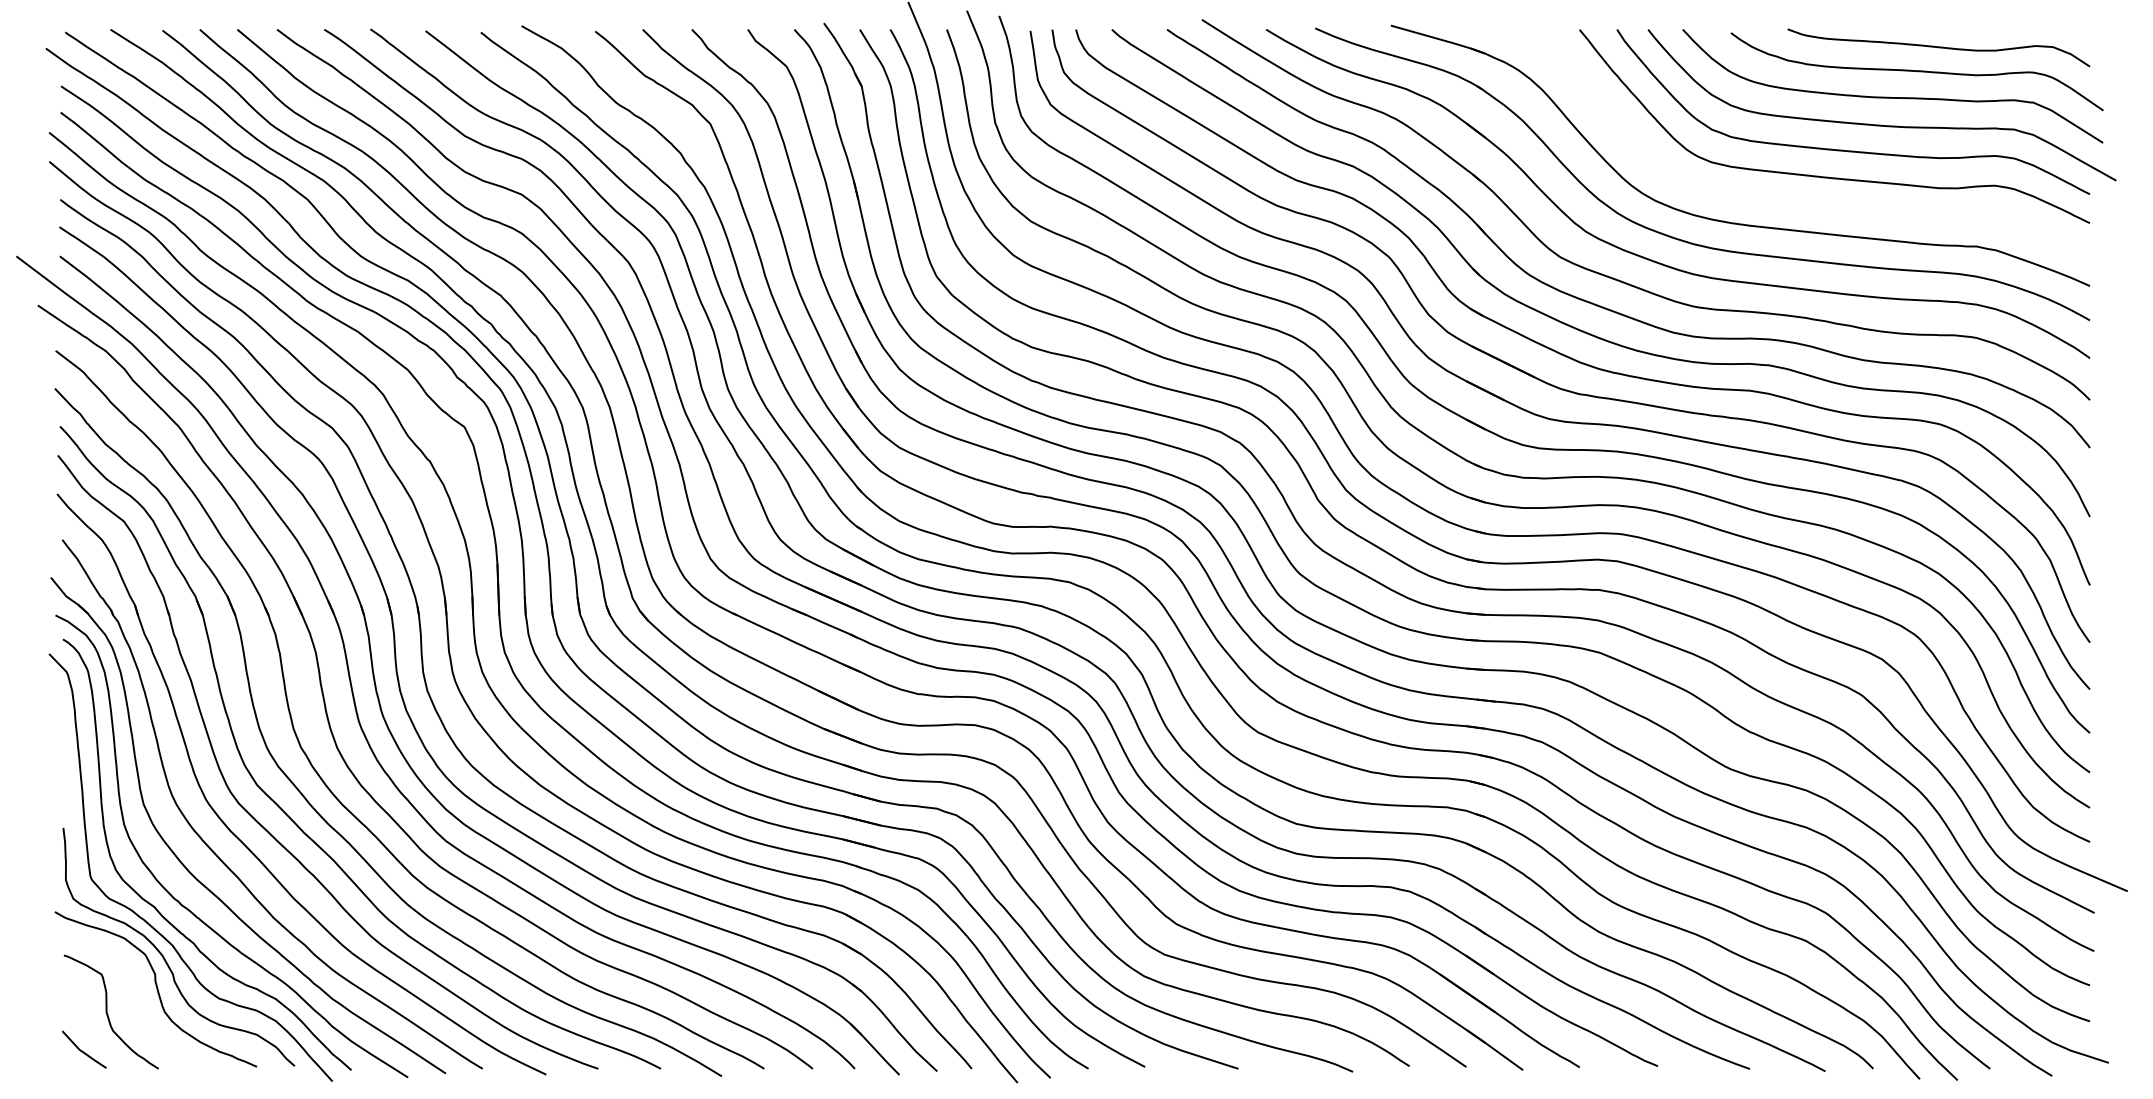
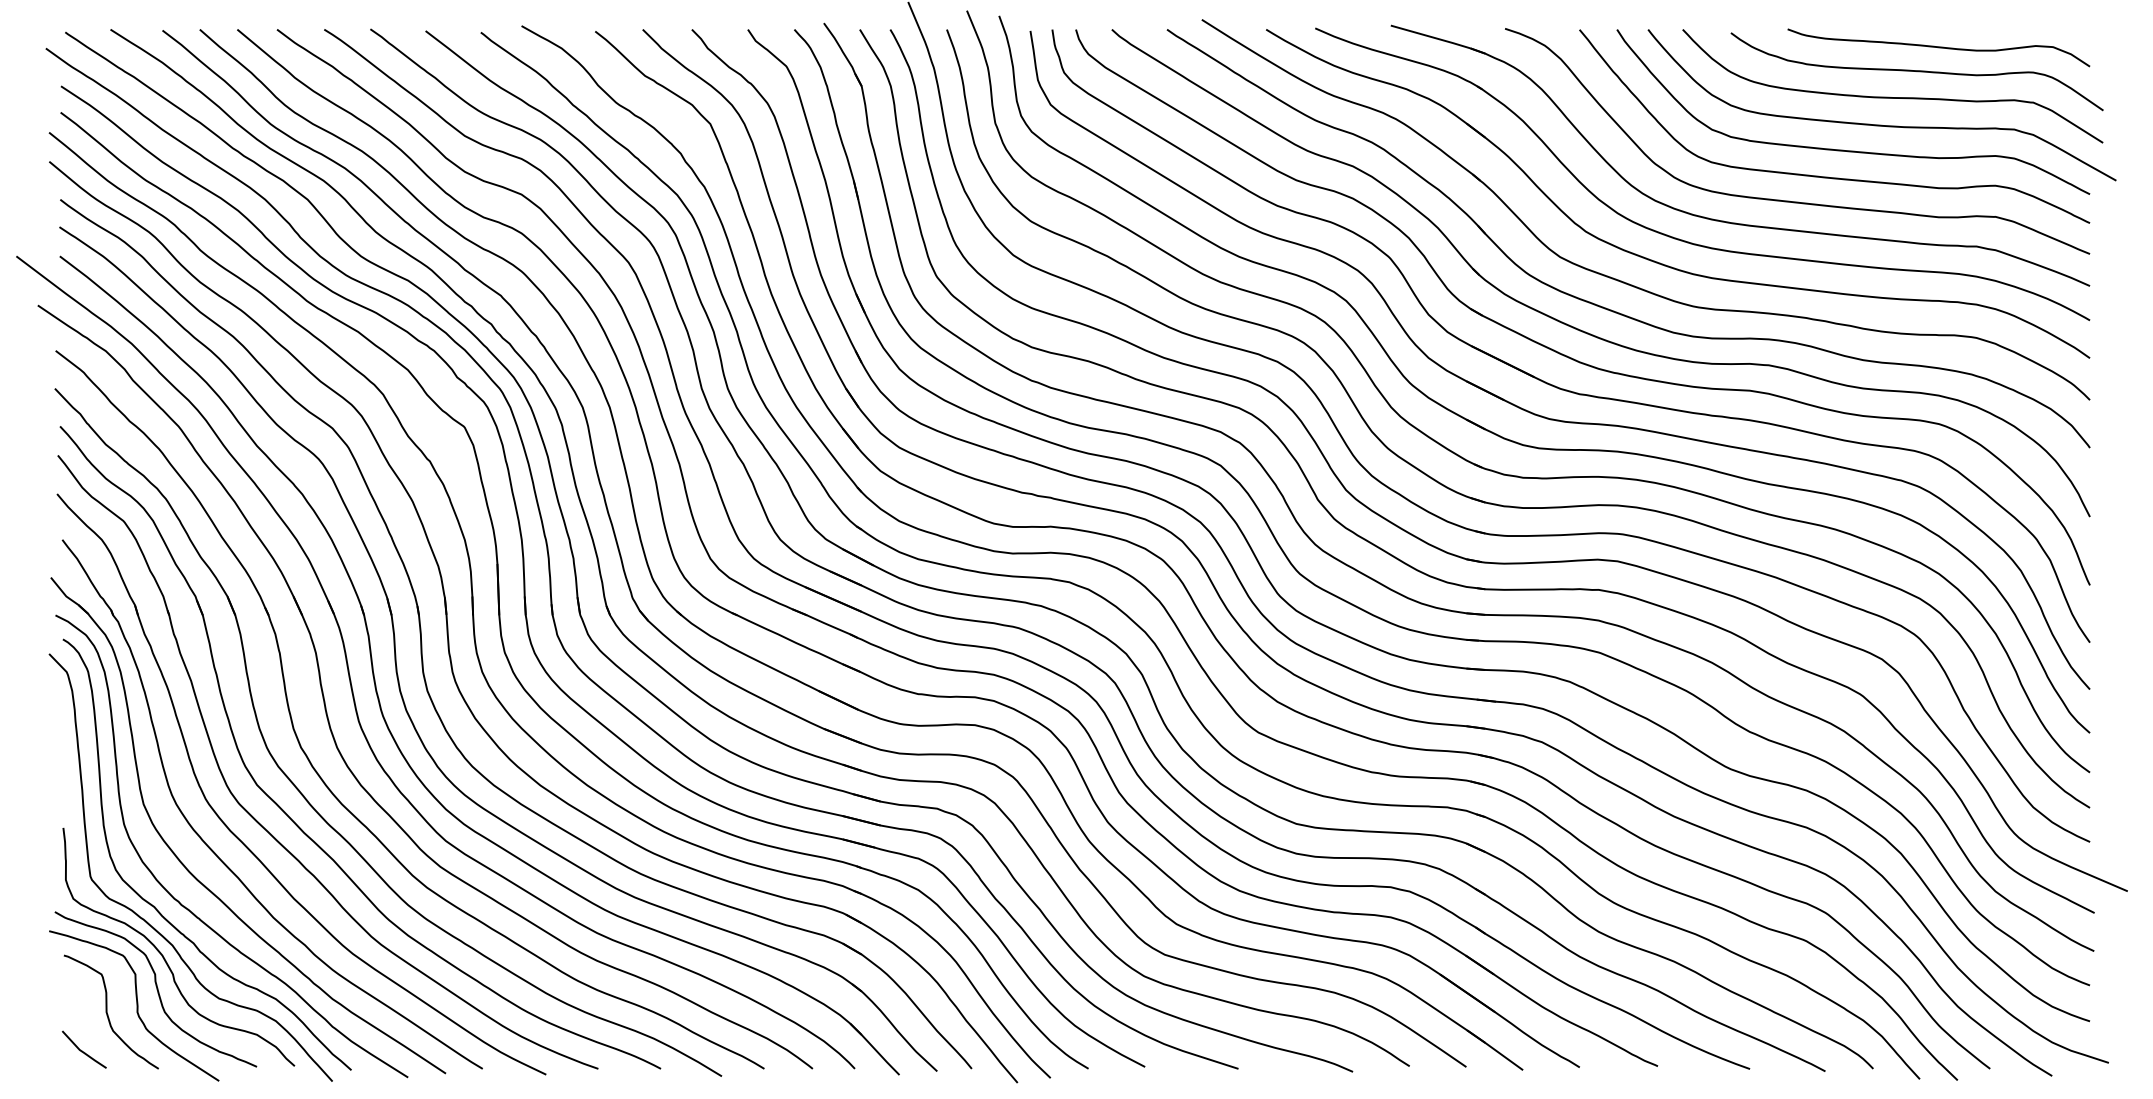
curve at (1789, 200): none -> present
curve at (136, 1005): none -> present
